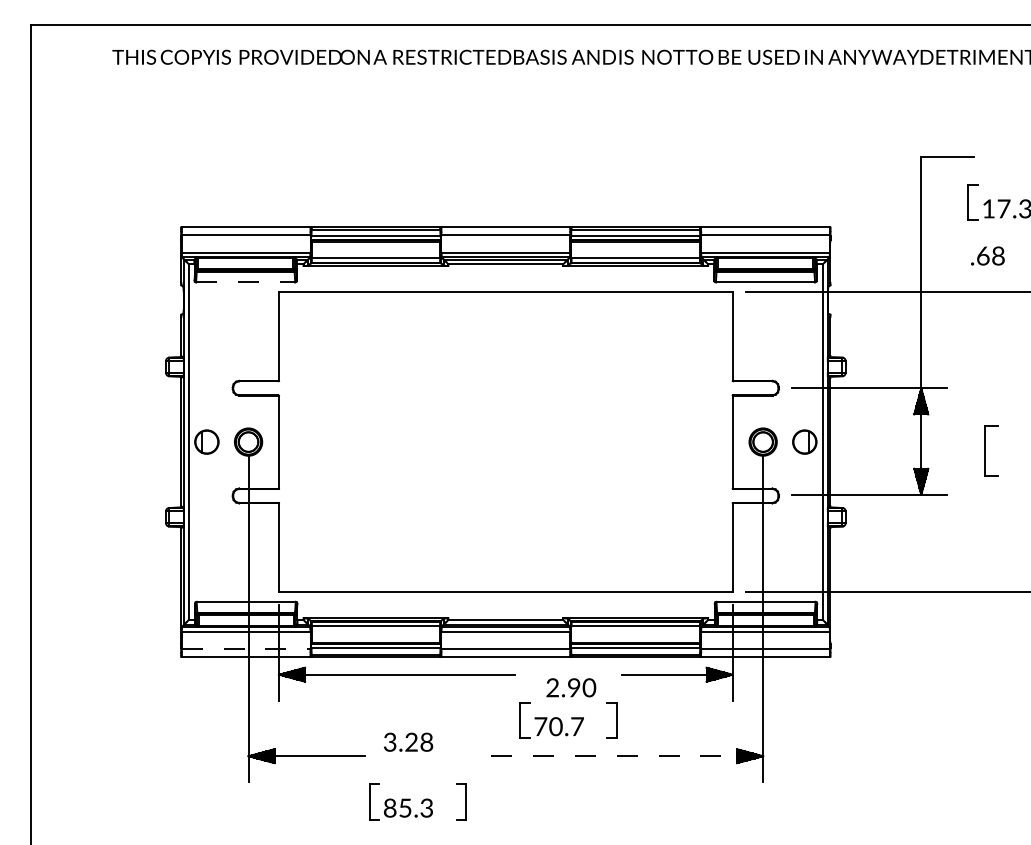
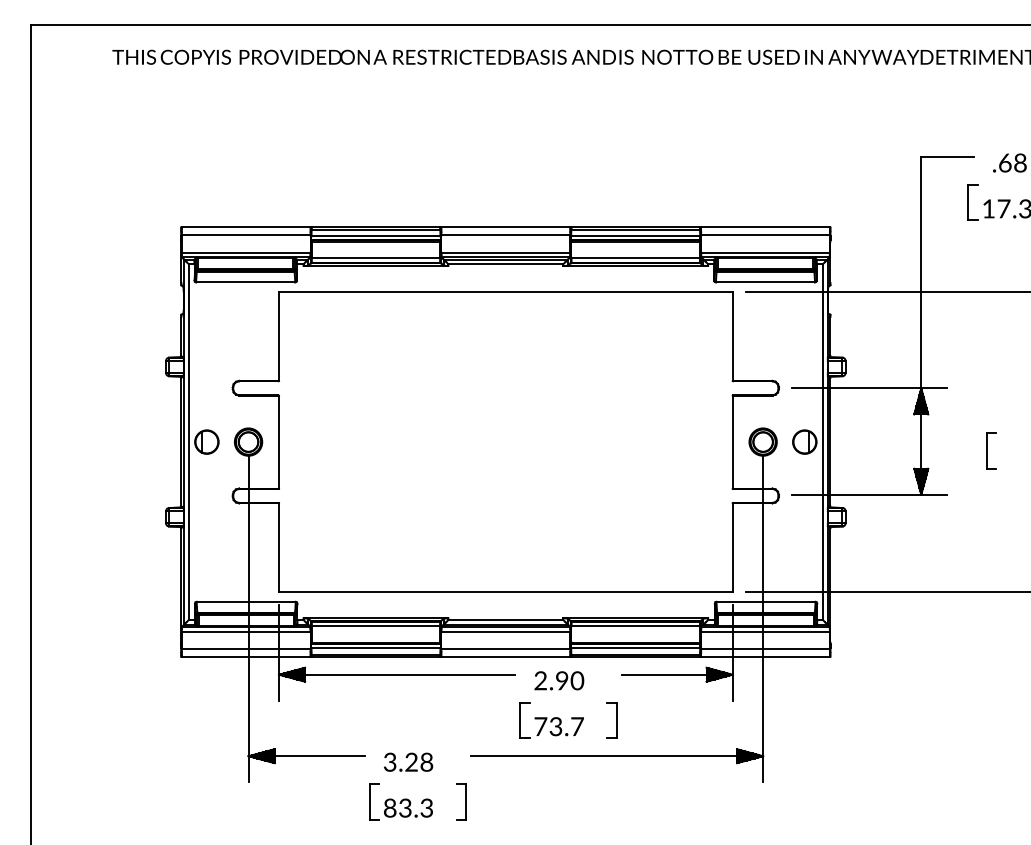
text at (987, 255) position: (987, 255) -> (1009, 162)
line at (245, 282): dashed -> solid
part at (991, 450) size: 15x52 px -> 11x38 px
line at (246, 648): dashed -> solid
text at (571, 687) position: (571, 687) -> (559, 680)
text at (555, 726): 70.7 -> 73.7
text at (408, 741) position: (408, 741) -> (408, 761)
line at (616, 756): dashed -> solid
text at (405, 807): 85.3 -> 83.3
